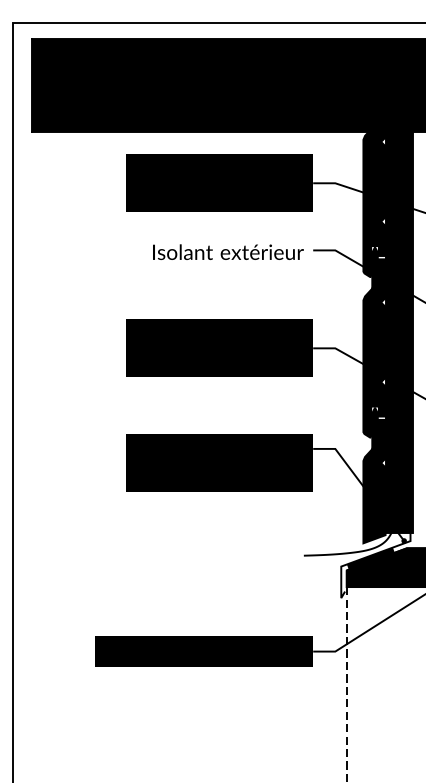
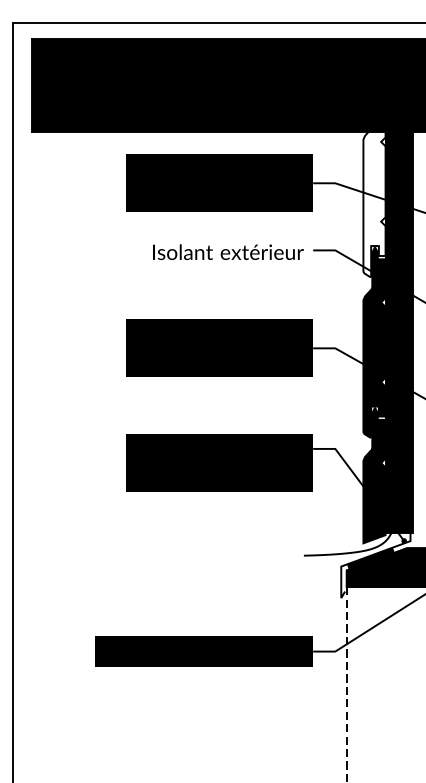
fill at (374, 187): present -> none
